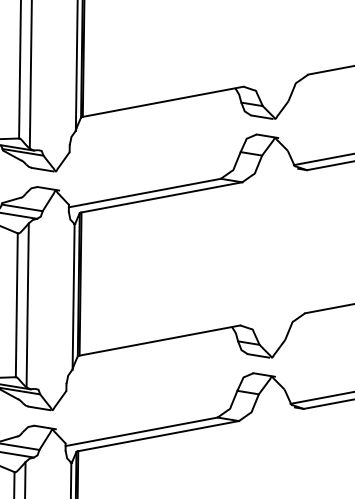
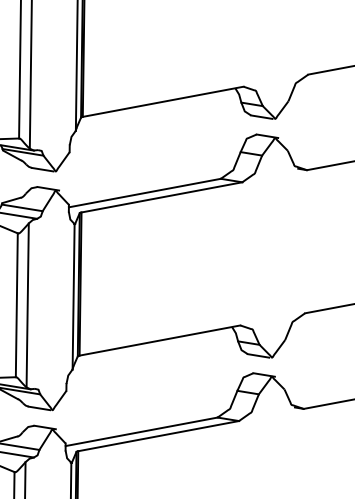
line at (322, 159): present -> none
line at (320, 397): present -> none
